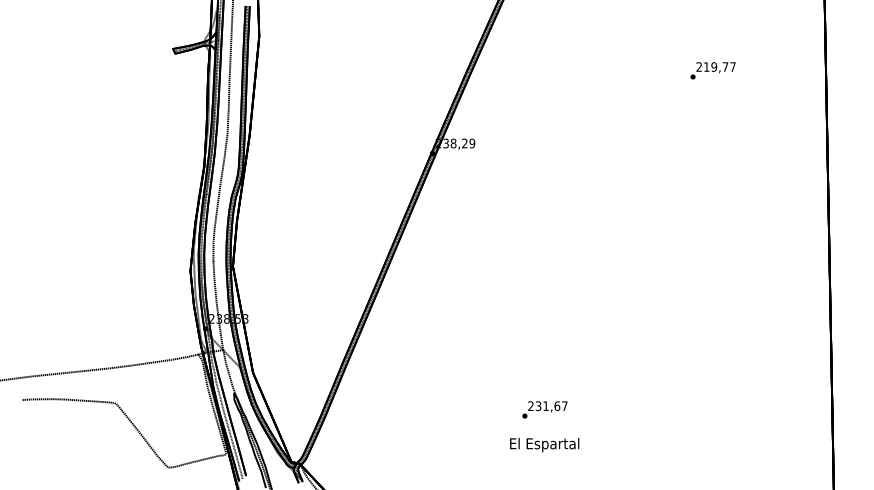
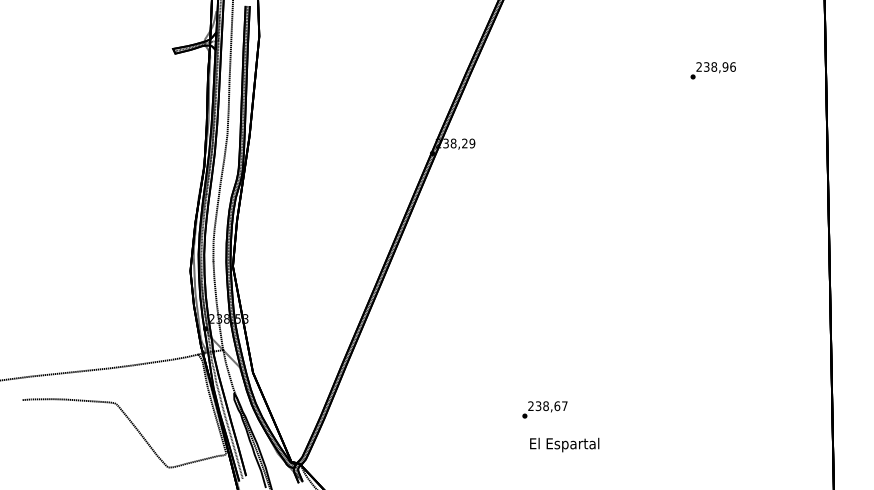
text at (719, 66): 219,77 -> 238,96
text at (545, 406): 231,67 -> 238,67
text at (544, 444) position: (544, 444) -> (564, 444)
